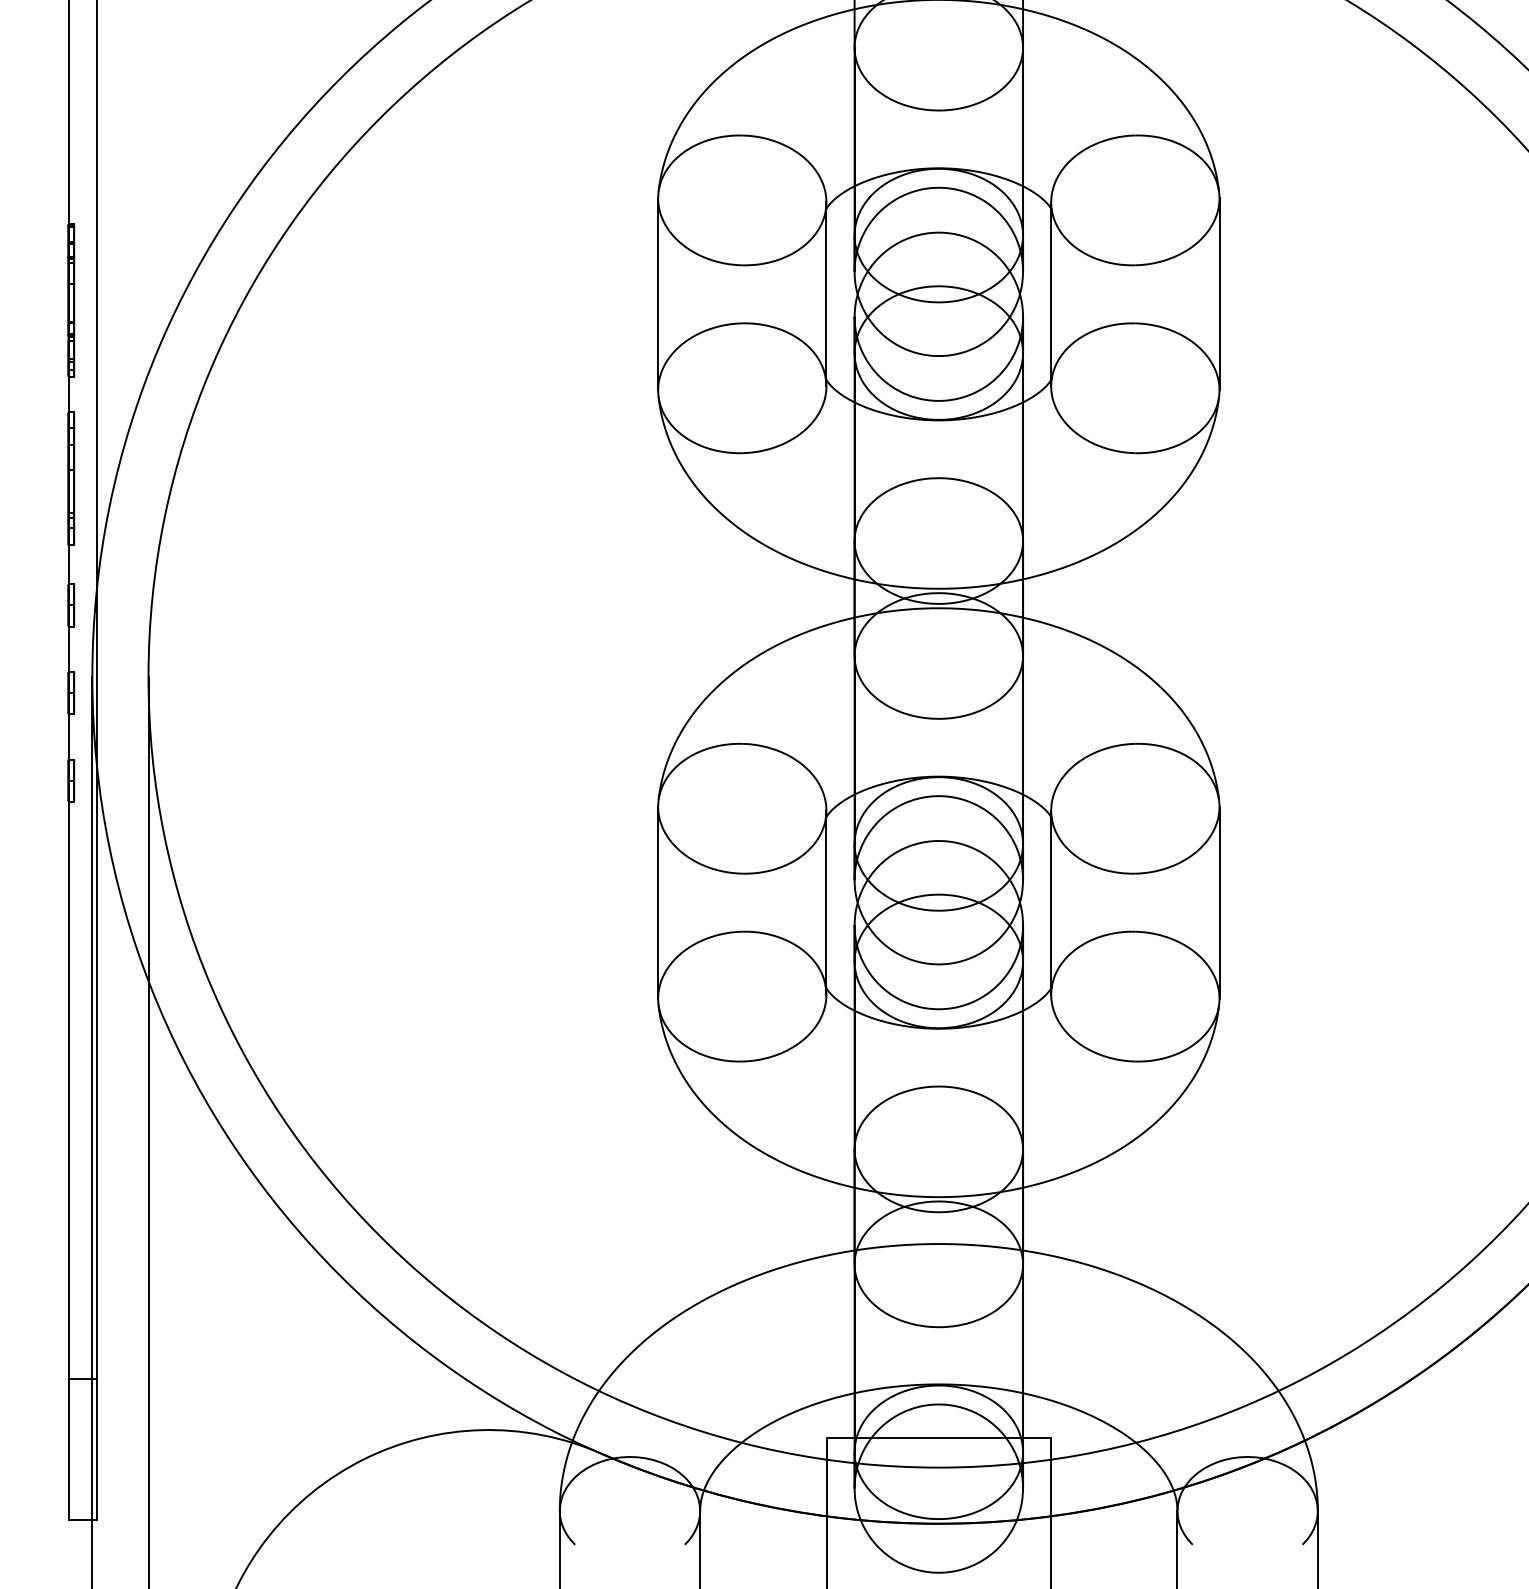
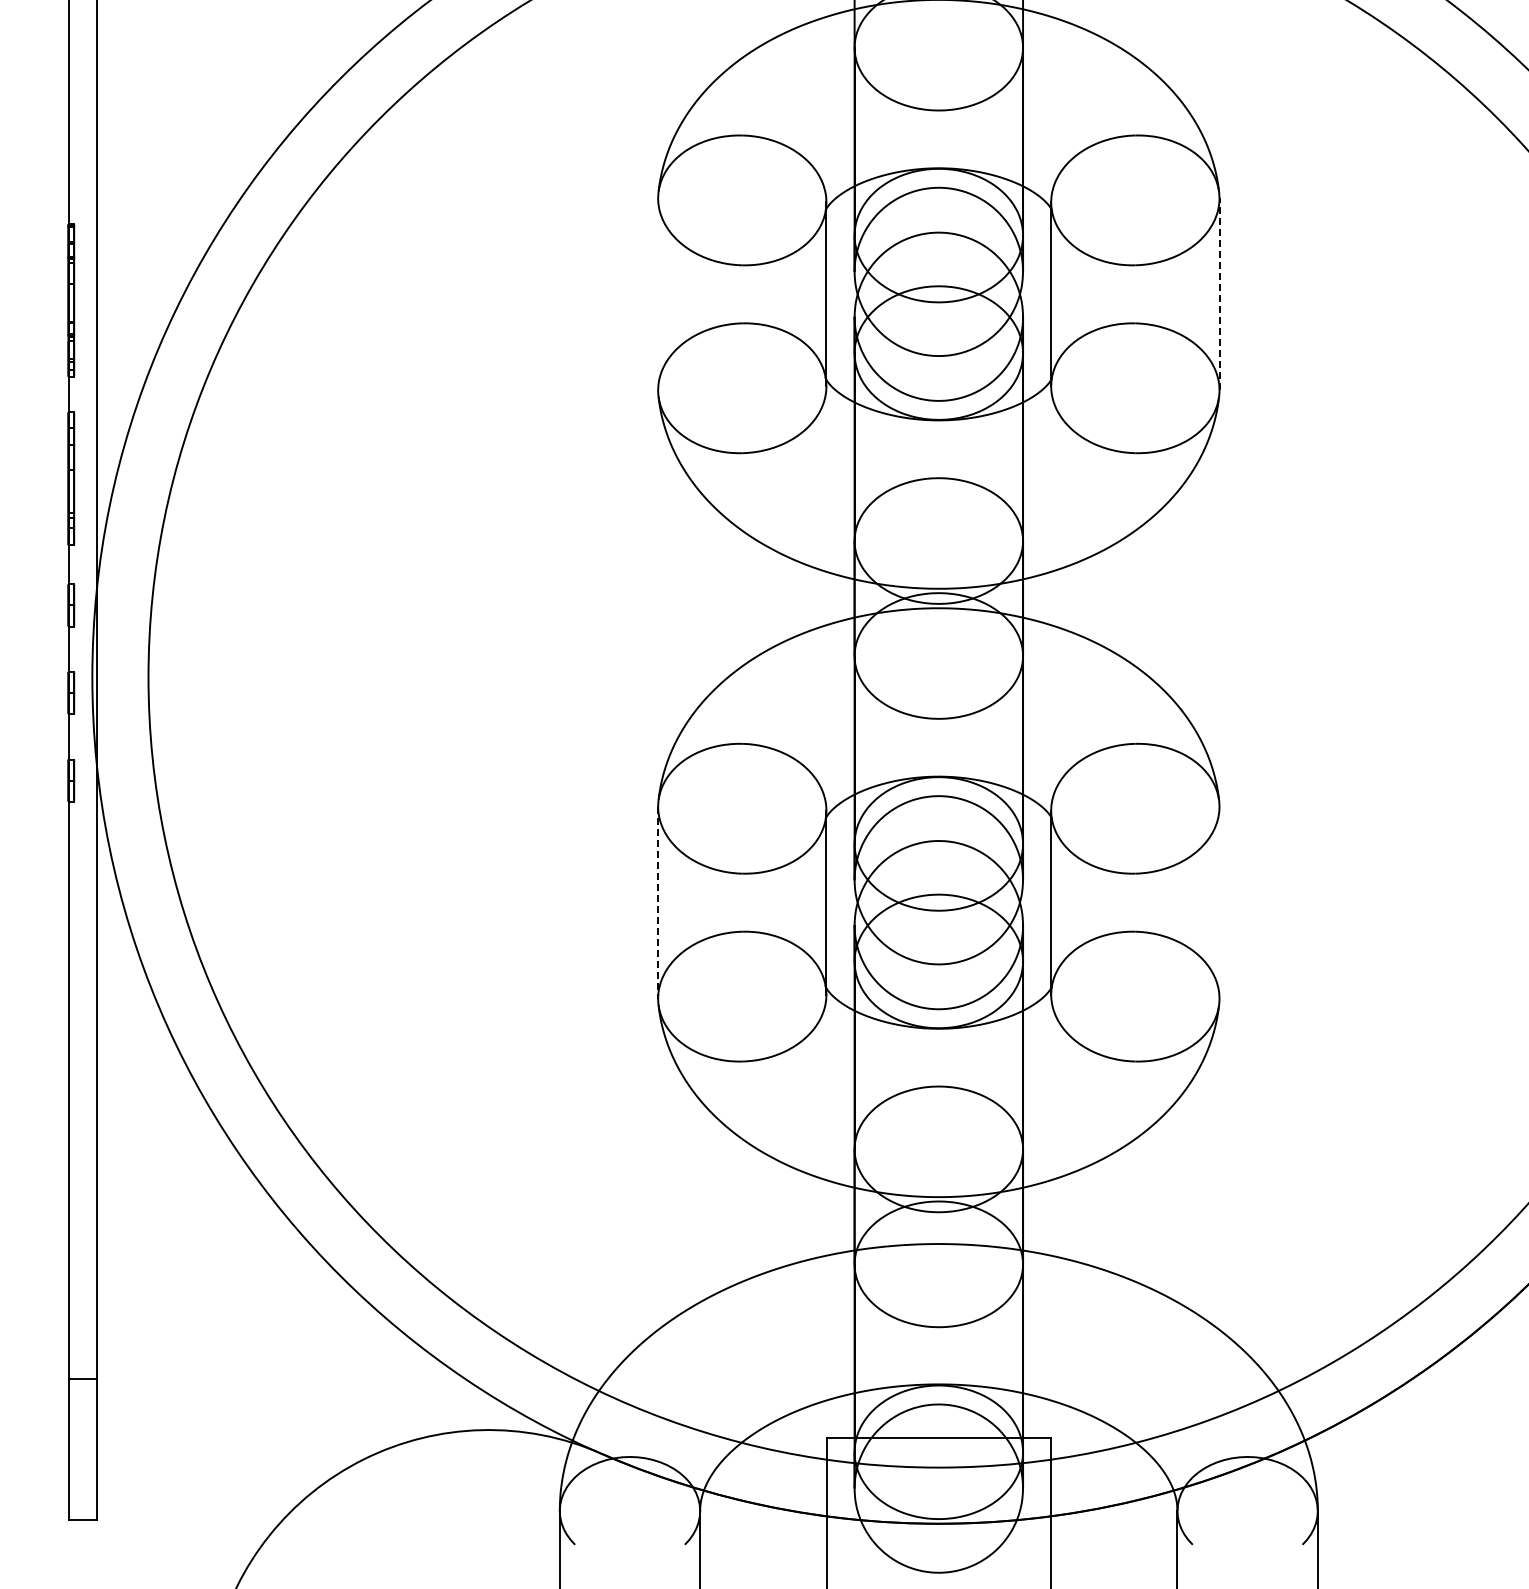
line at (658, 294): present -> none
line at (1219, 294): solid -> dashed
line at (658, 902): solid -> dashed
line at (1219, 902): present -> none
line at (92, 1131): present -> none
line at (148, 1131): present -> none
